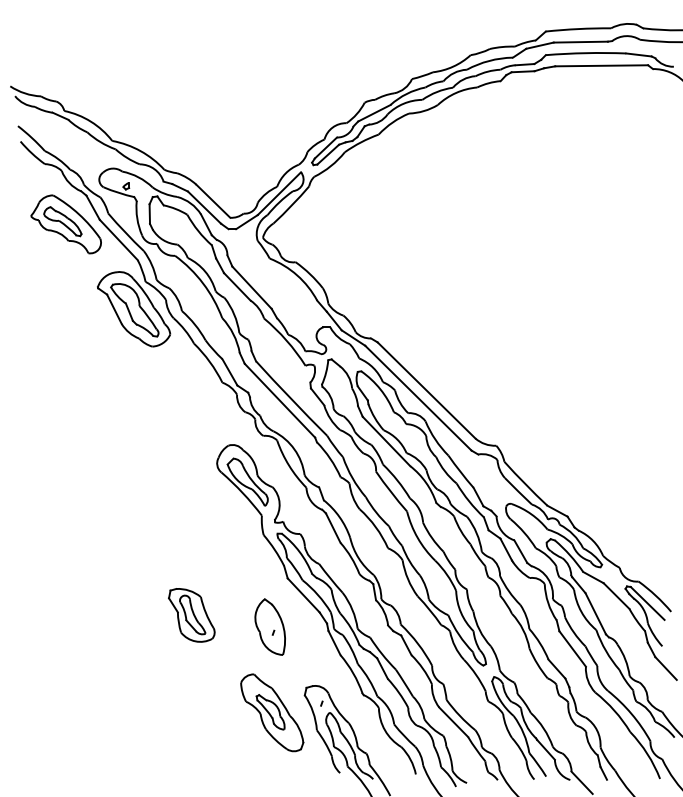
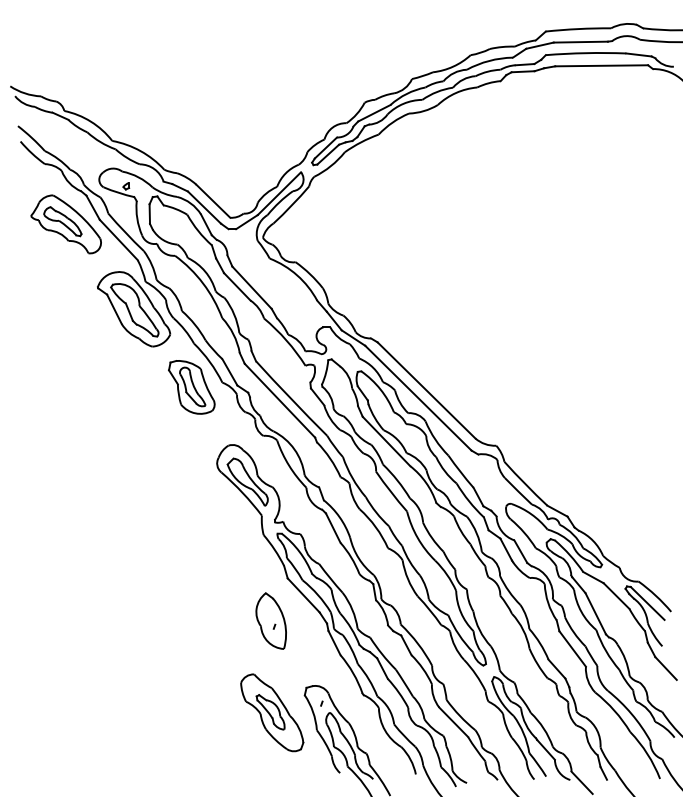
part at (191, 615) position: (191, 615) -> (191, 387)
part at (269, 626) position: (269, 626) -> (270, 620)
